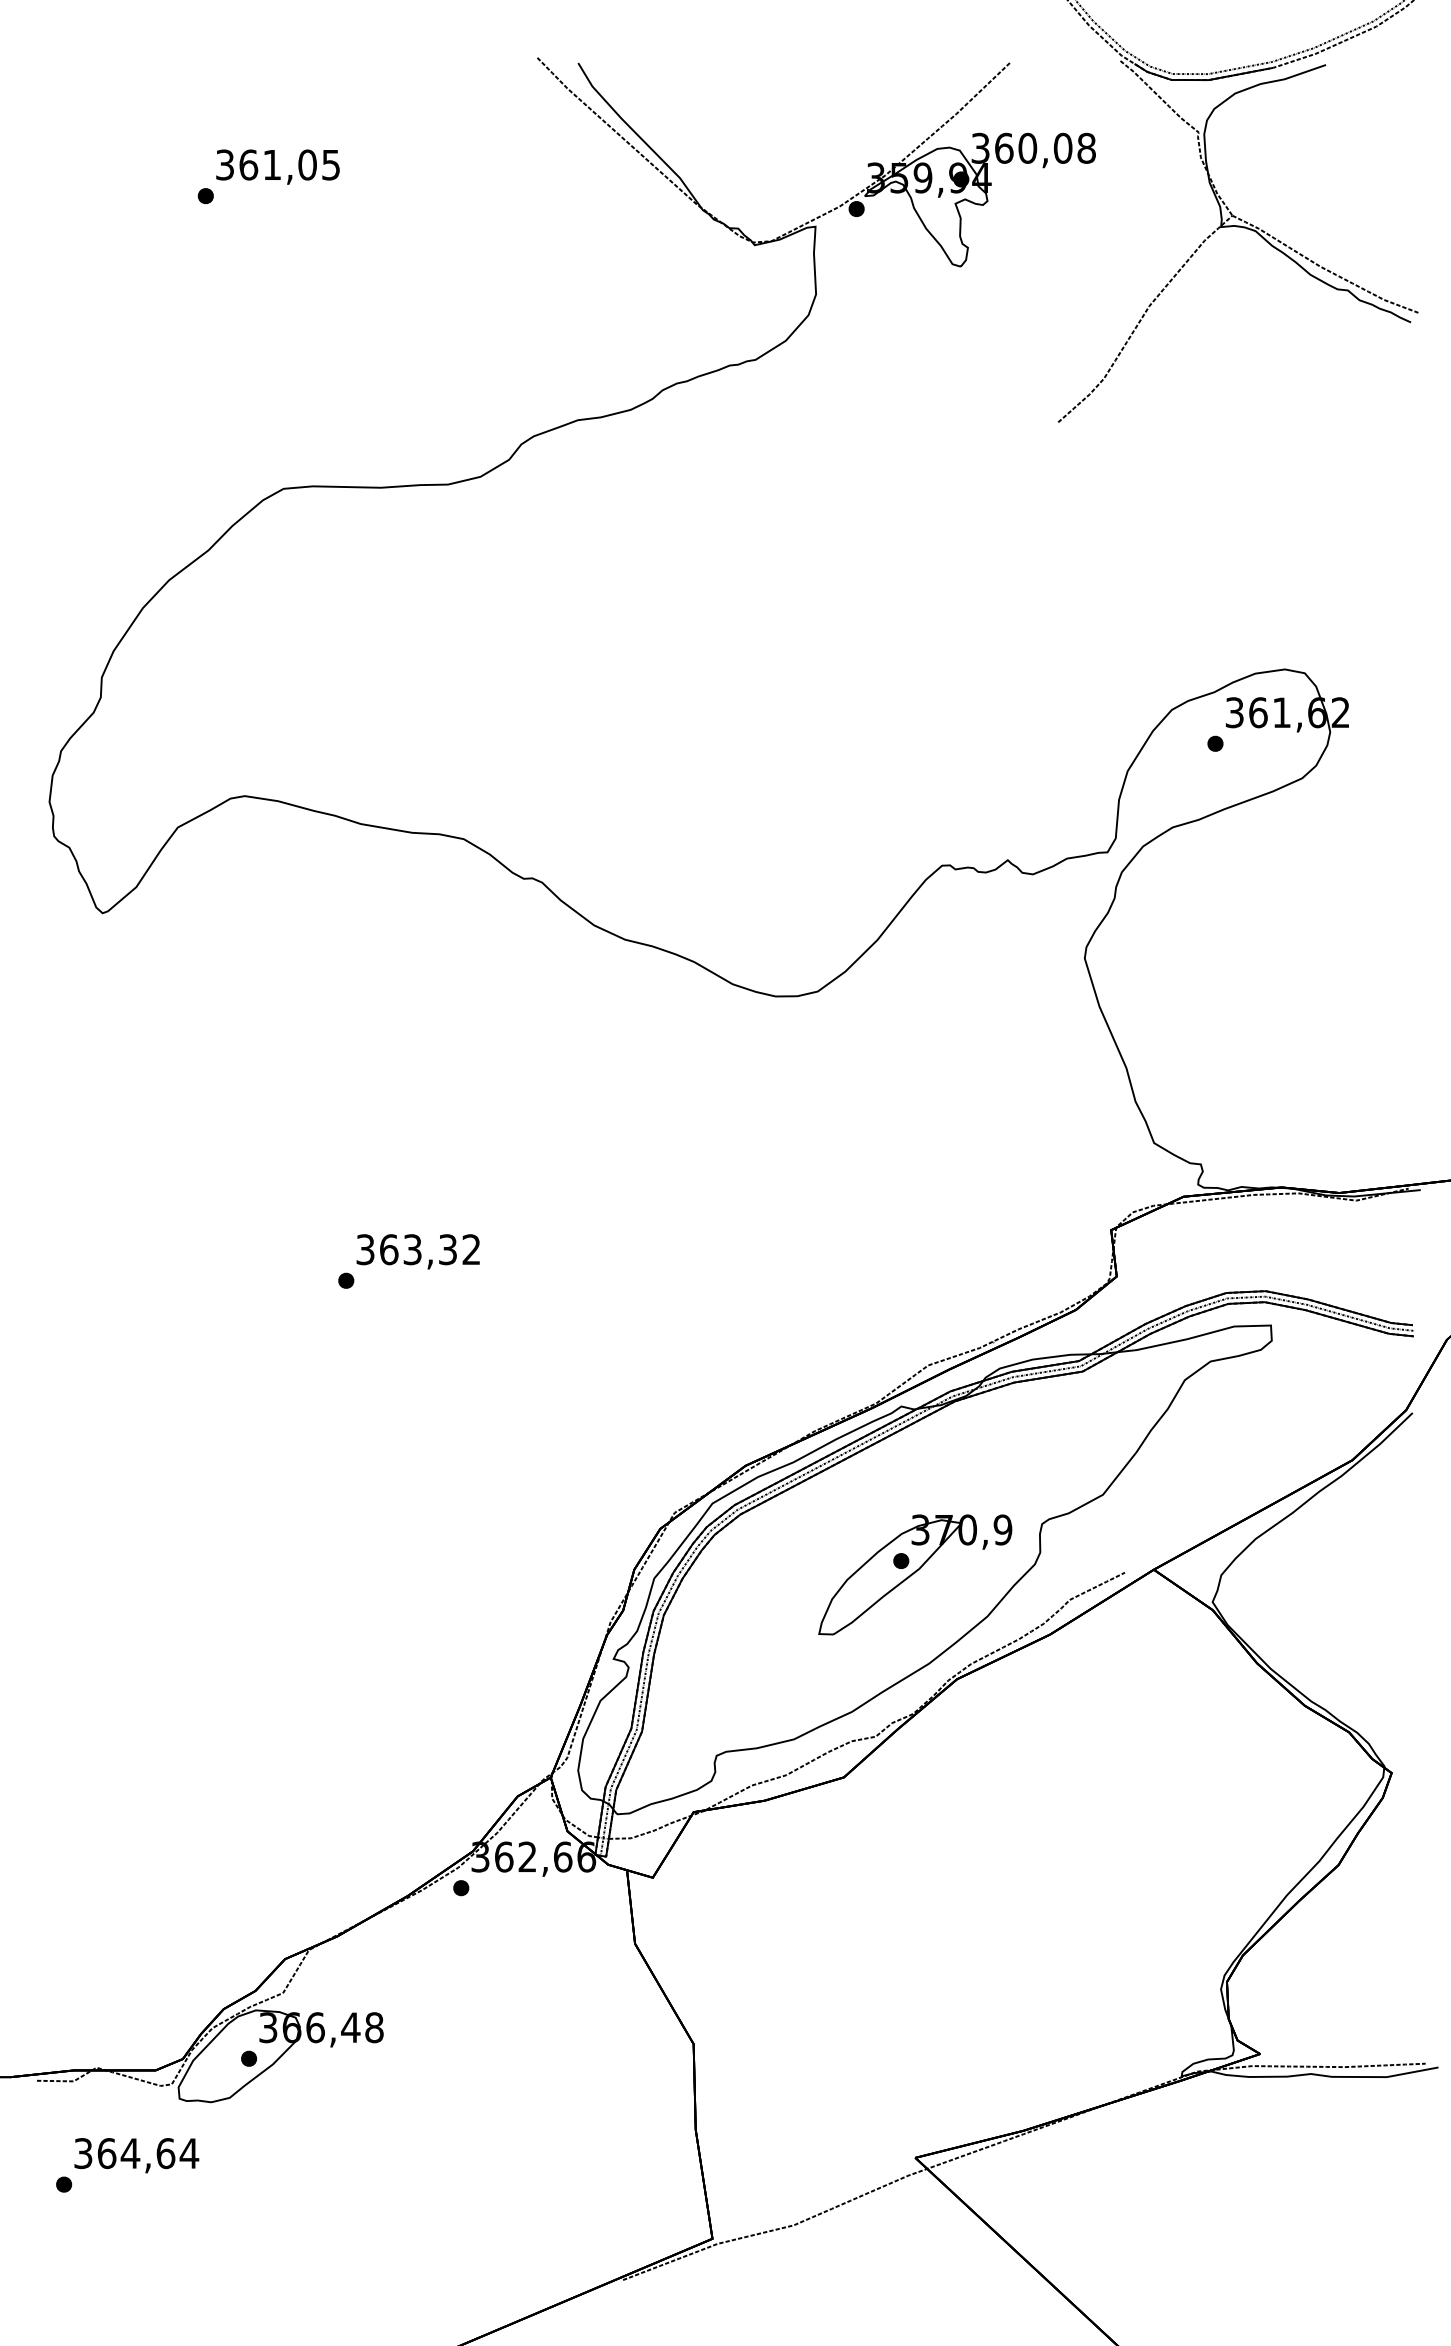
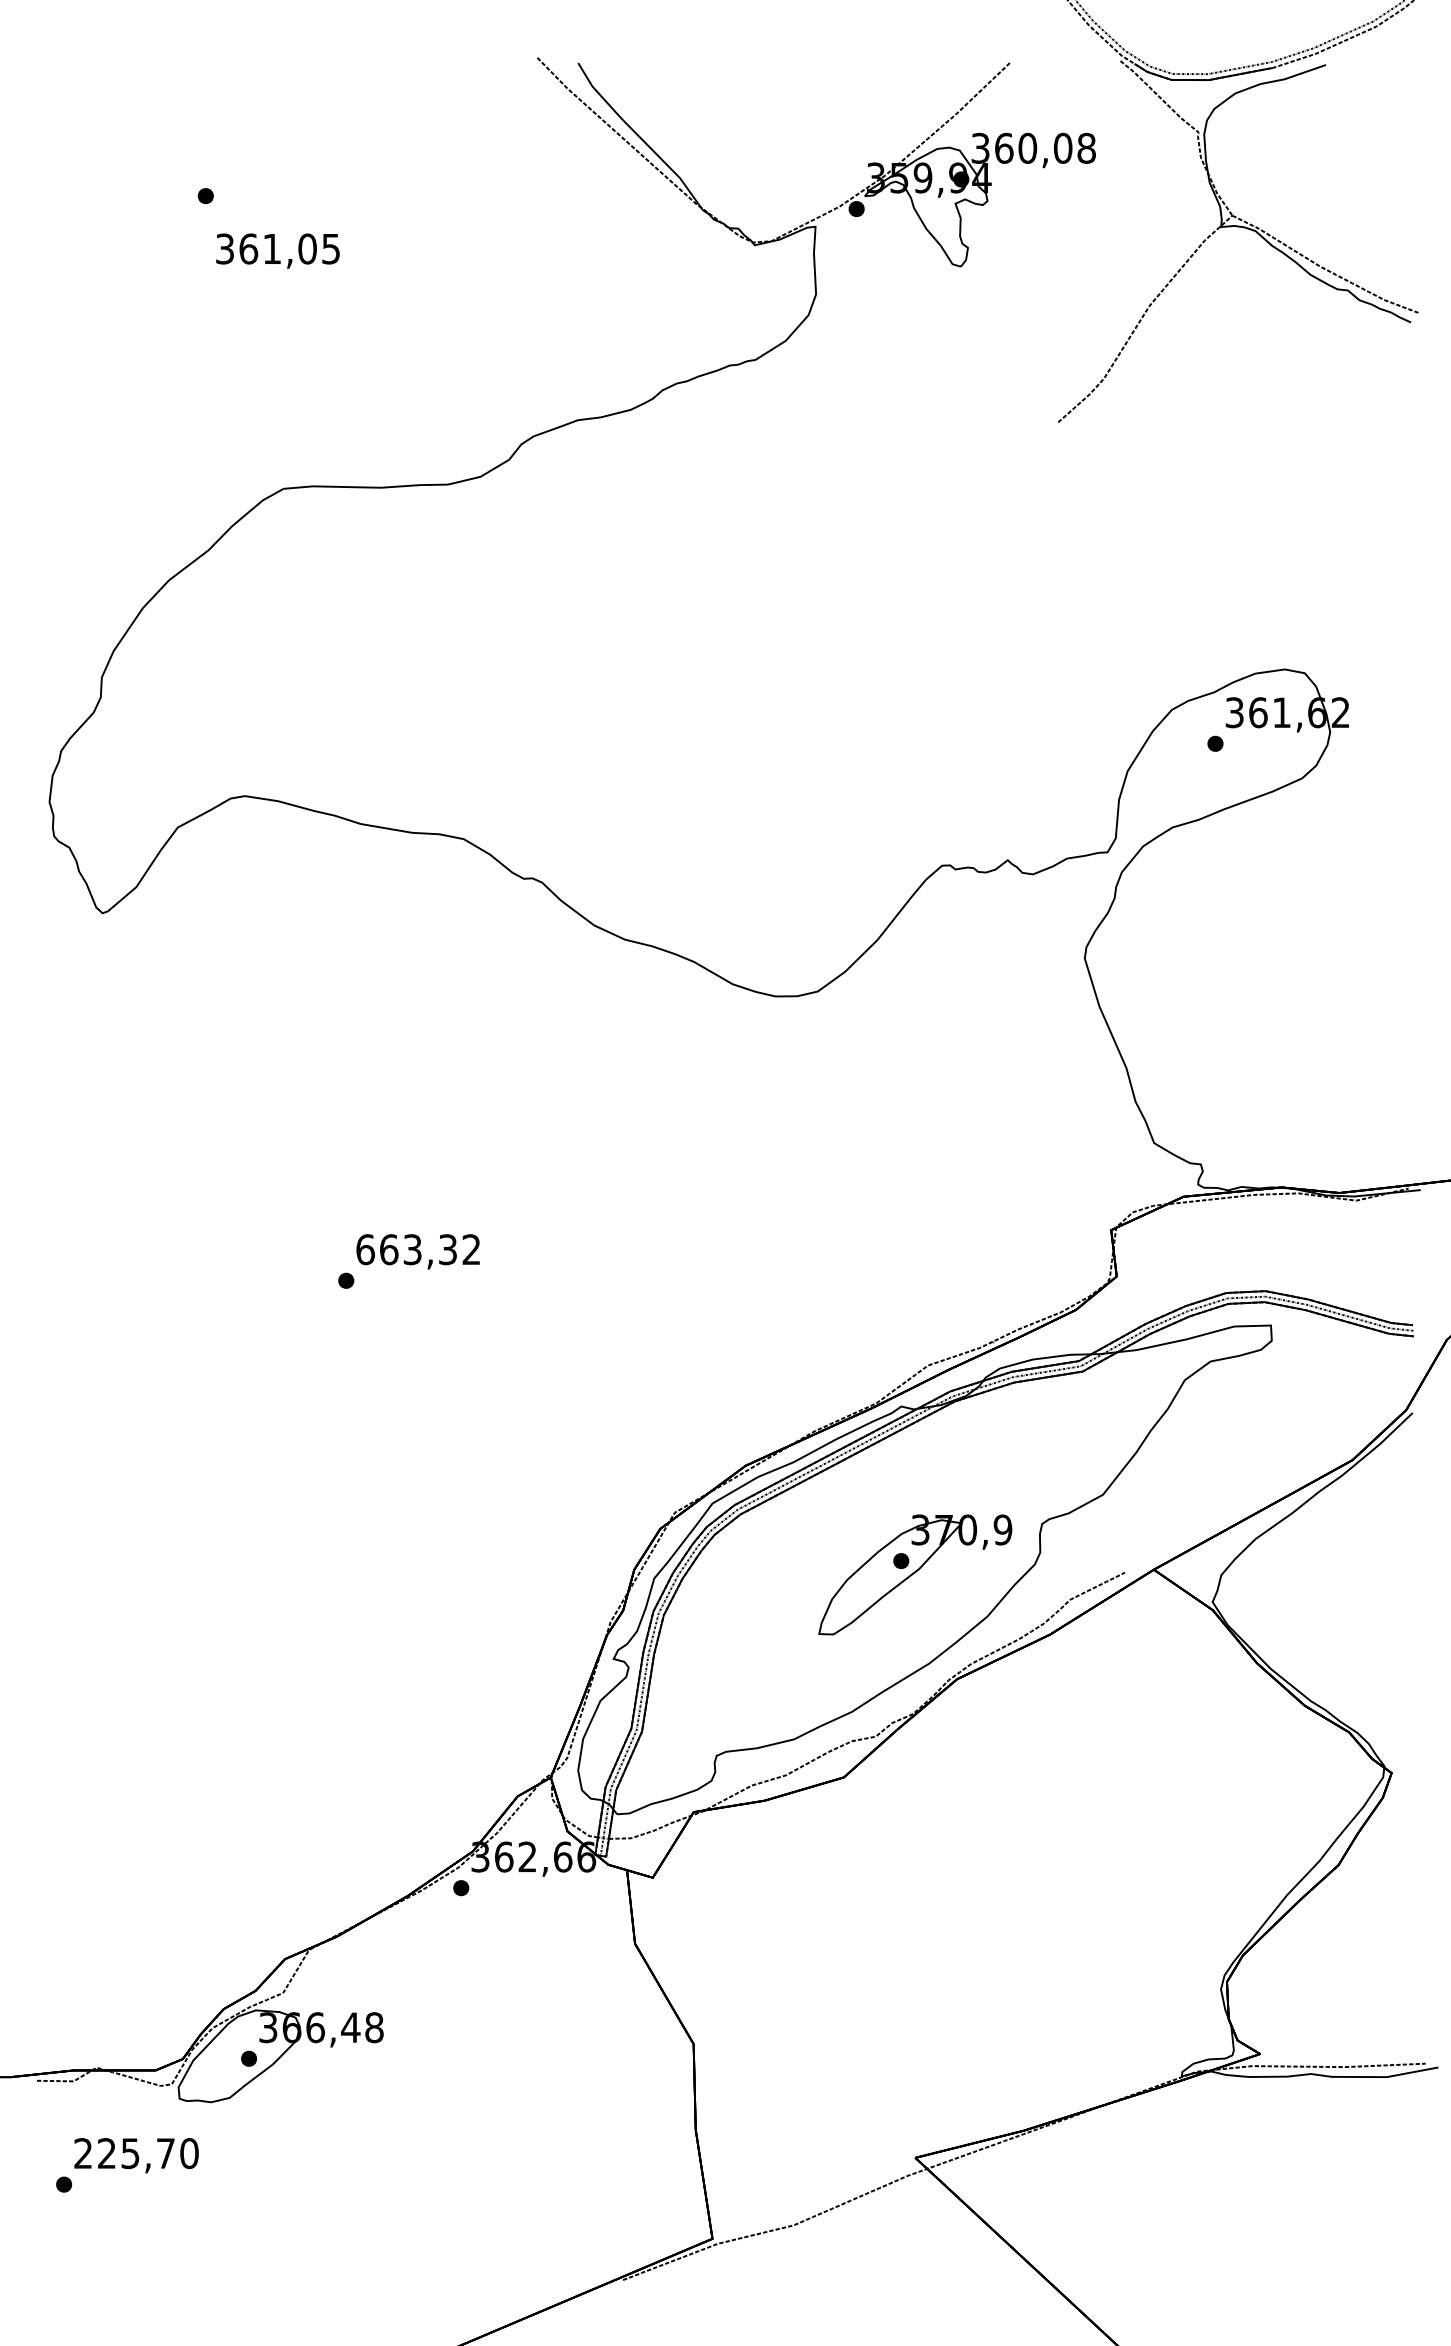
text at (277, 166) position: (277, 166) -> (277, 250)
text at (365, 1249): 363,32 -> 663,32
text at (136, 2153): 364,64 -> 225,70
